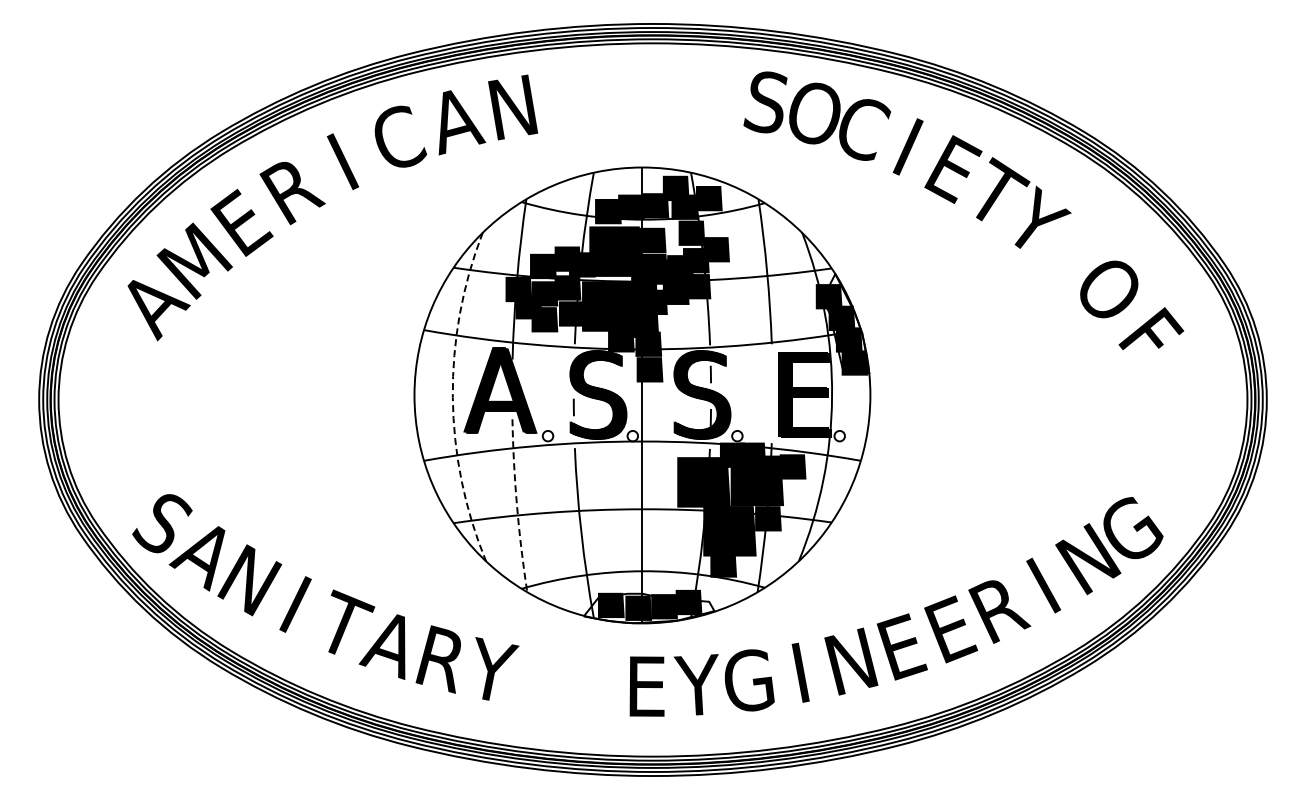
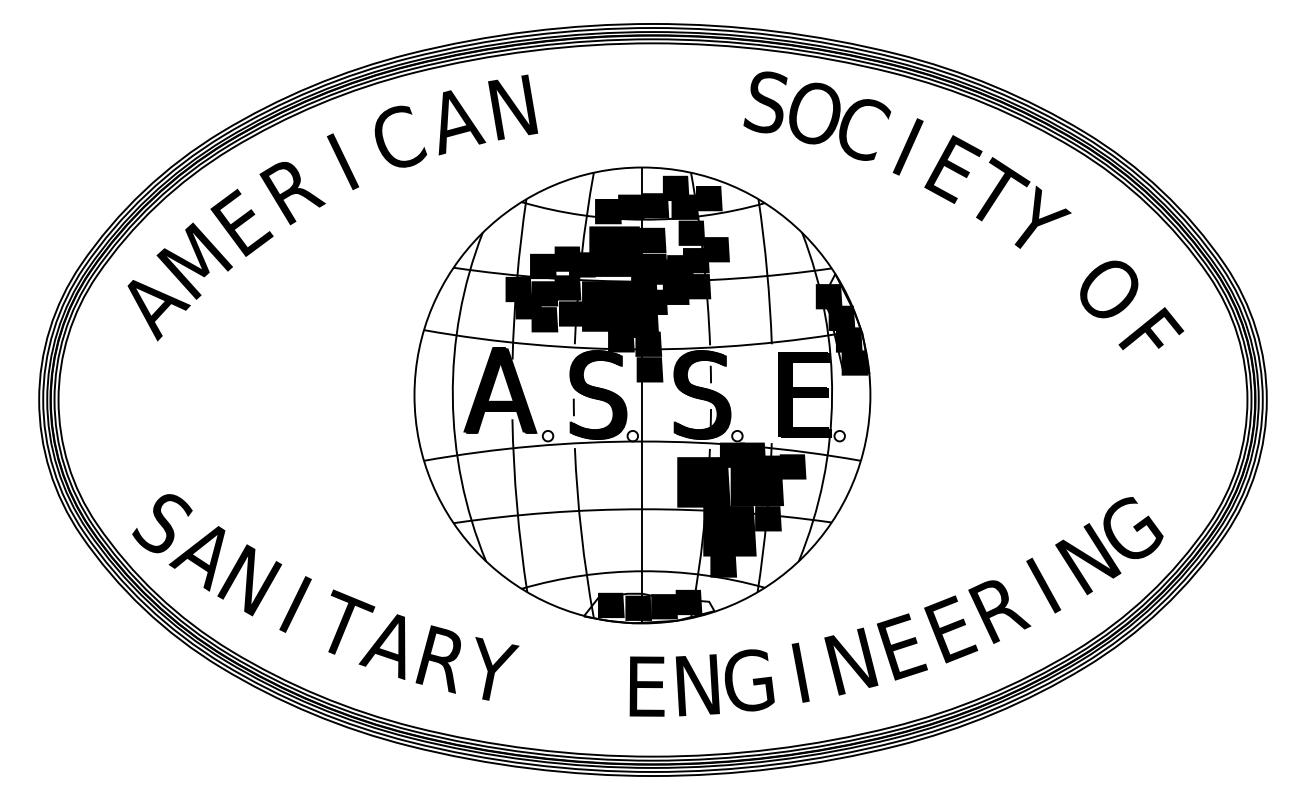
arc at (452, 397): dashed -> solid
arc at (517, 506): dashed -> solid
text at (696, 685): Y -> N
